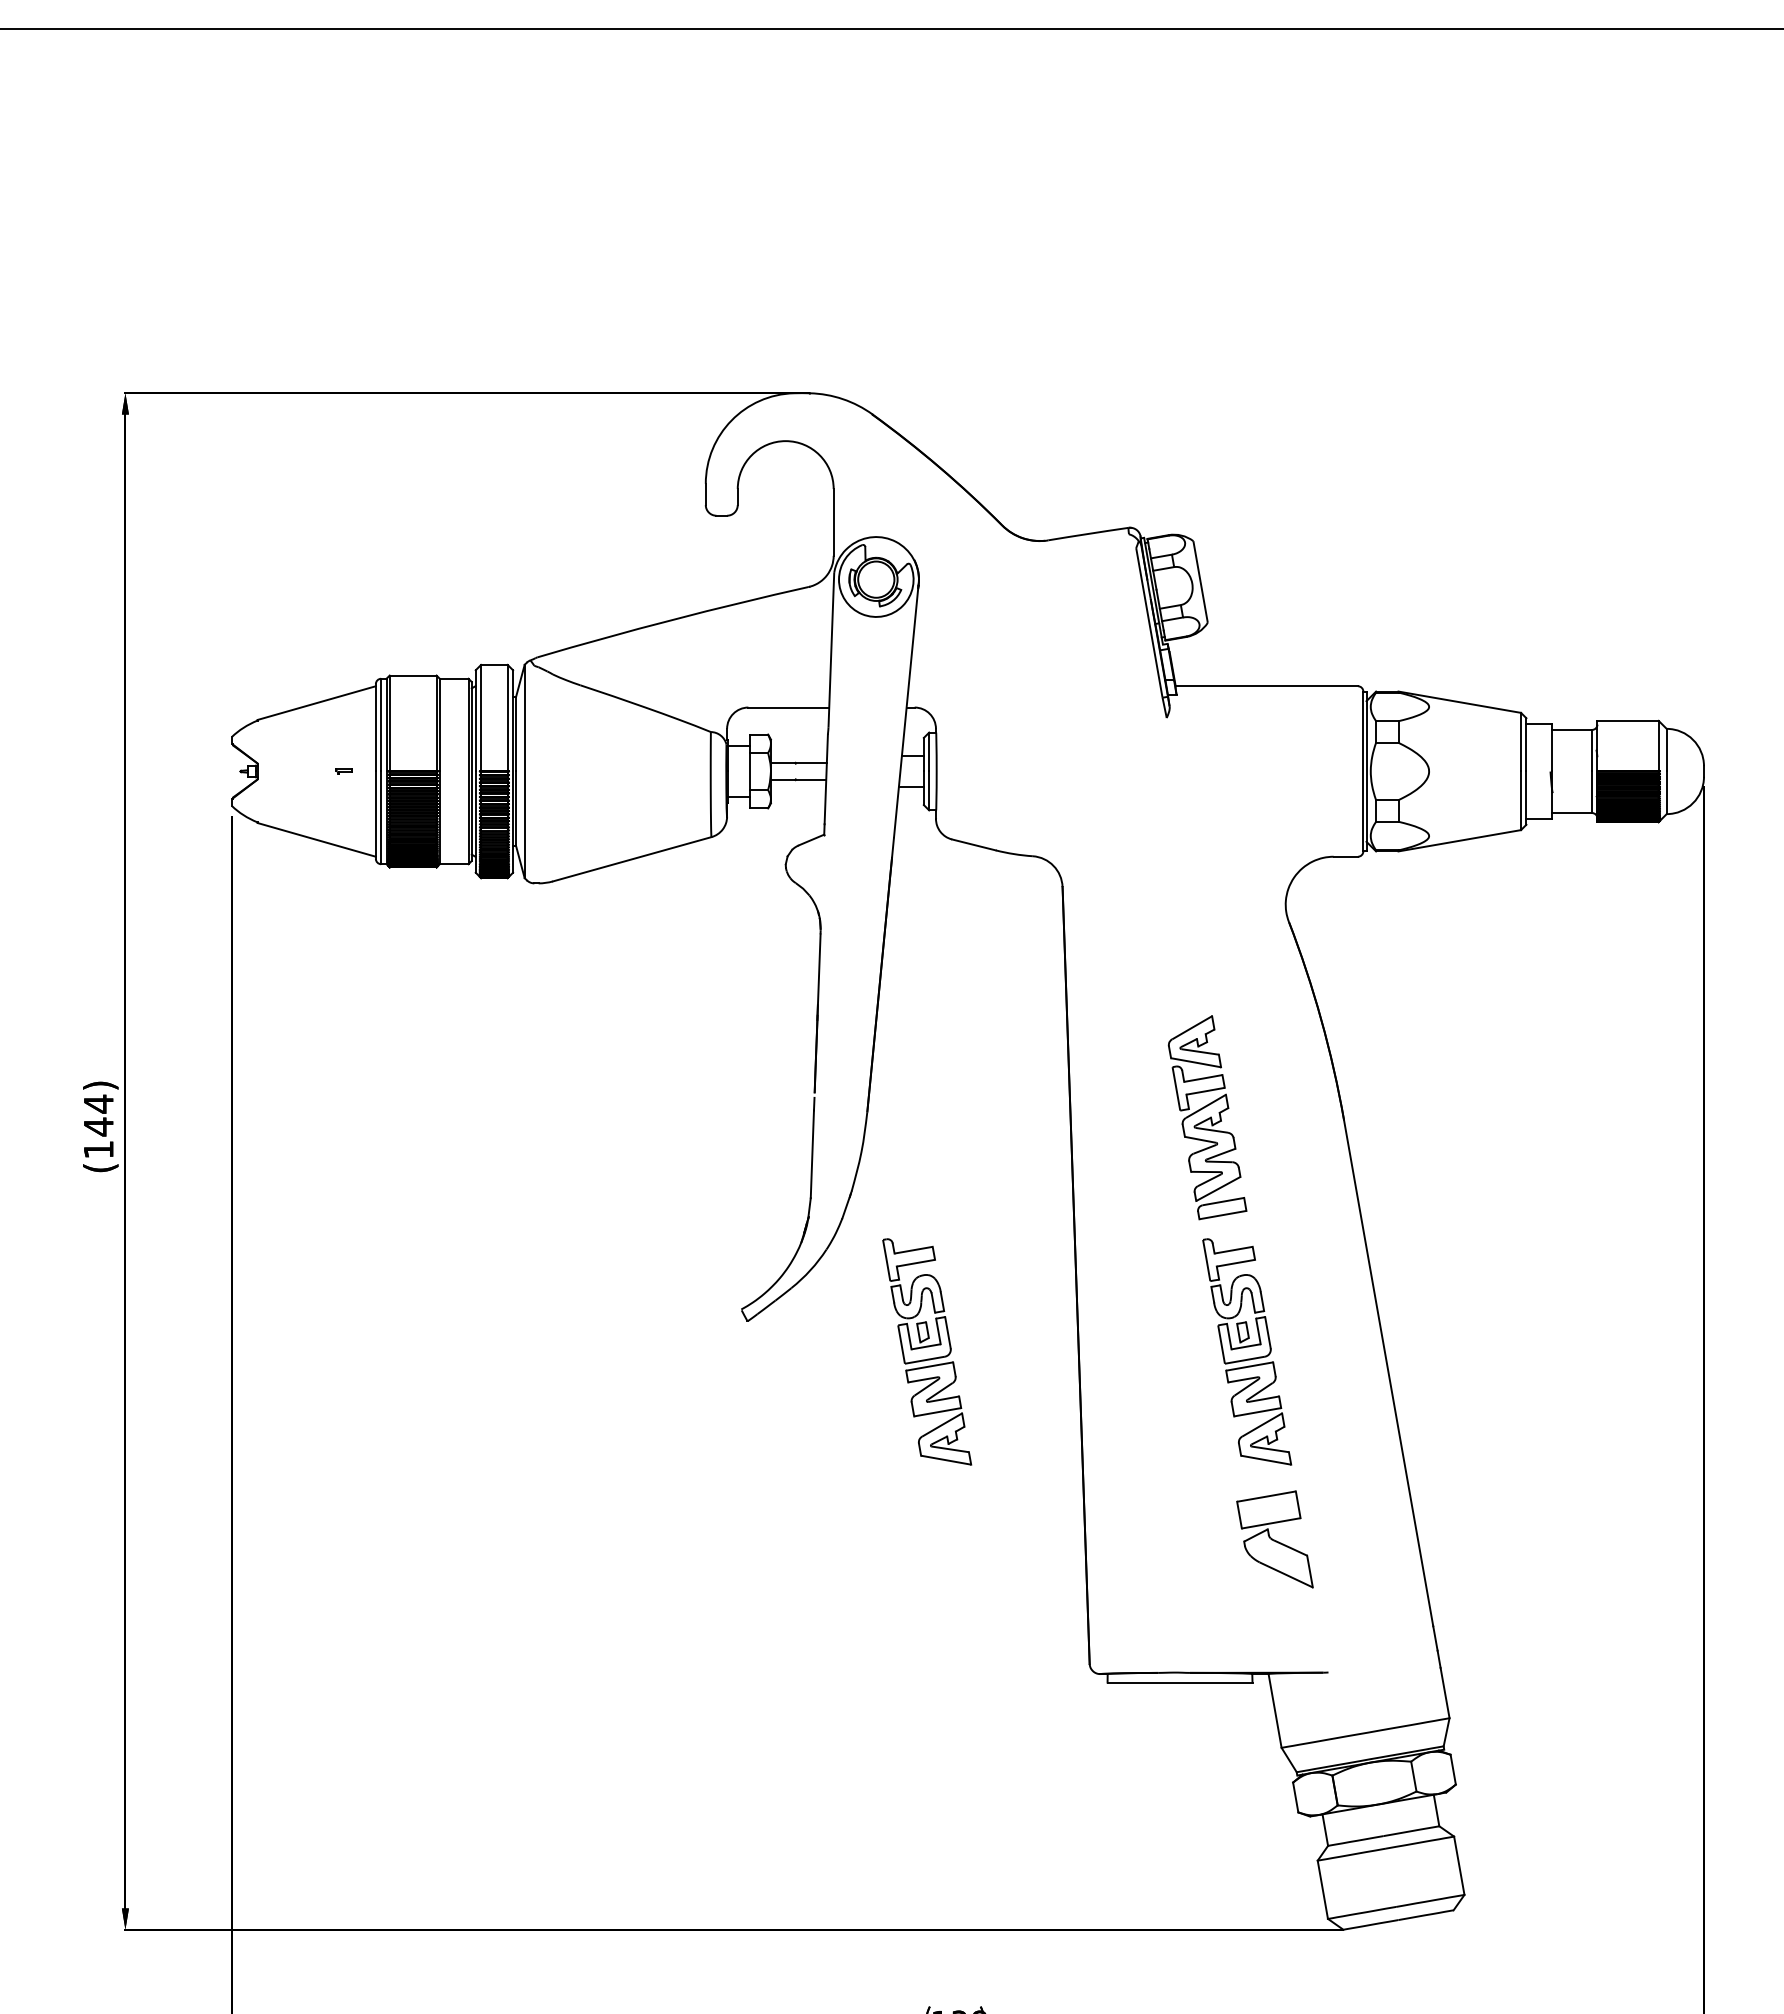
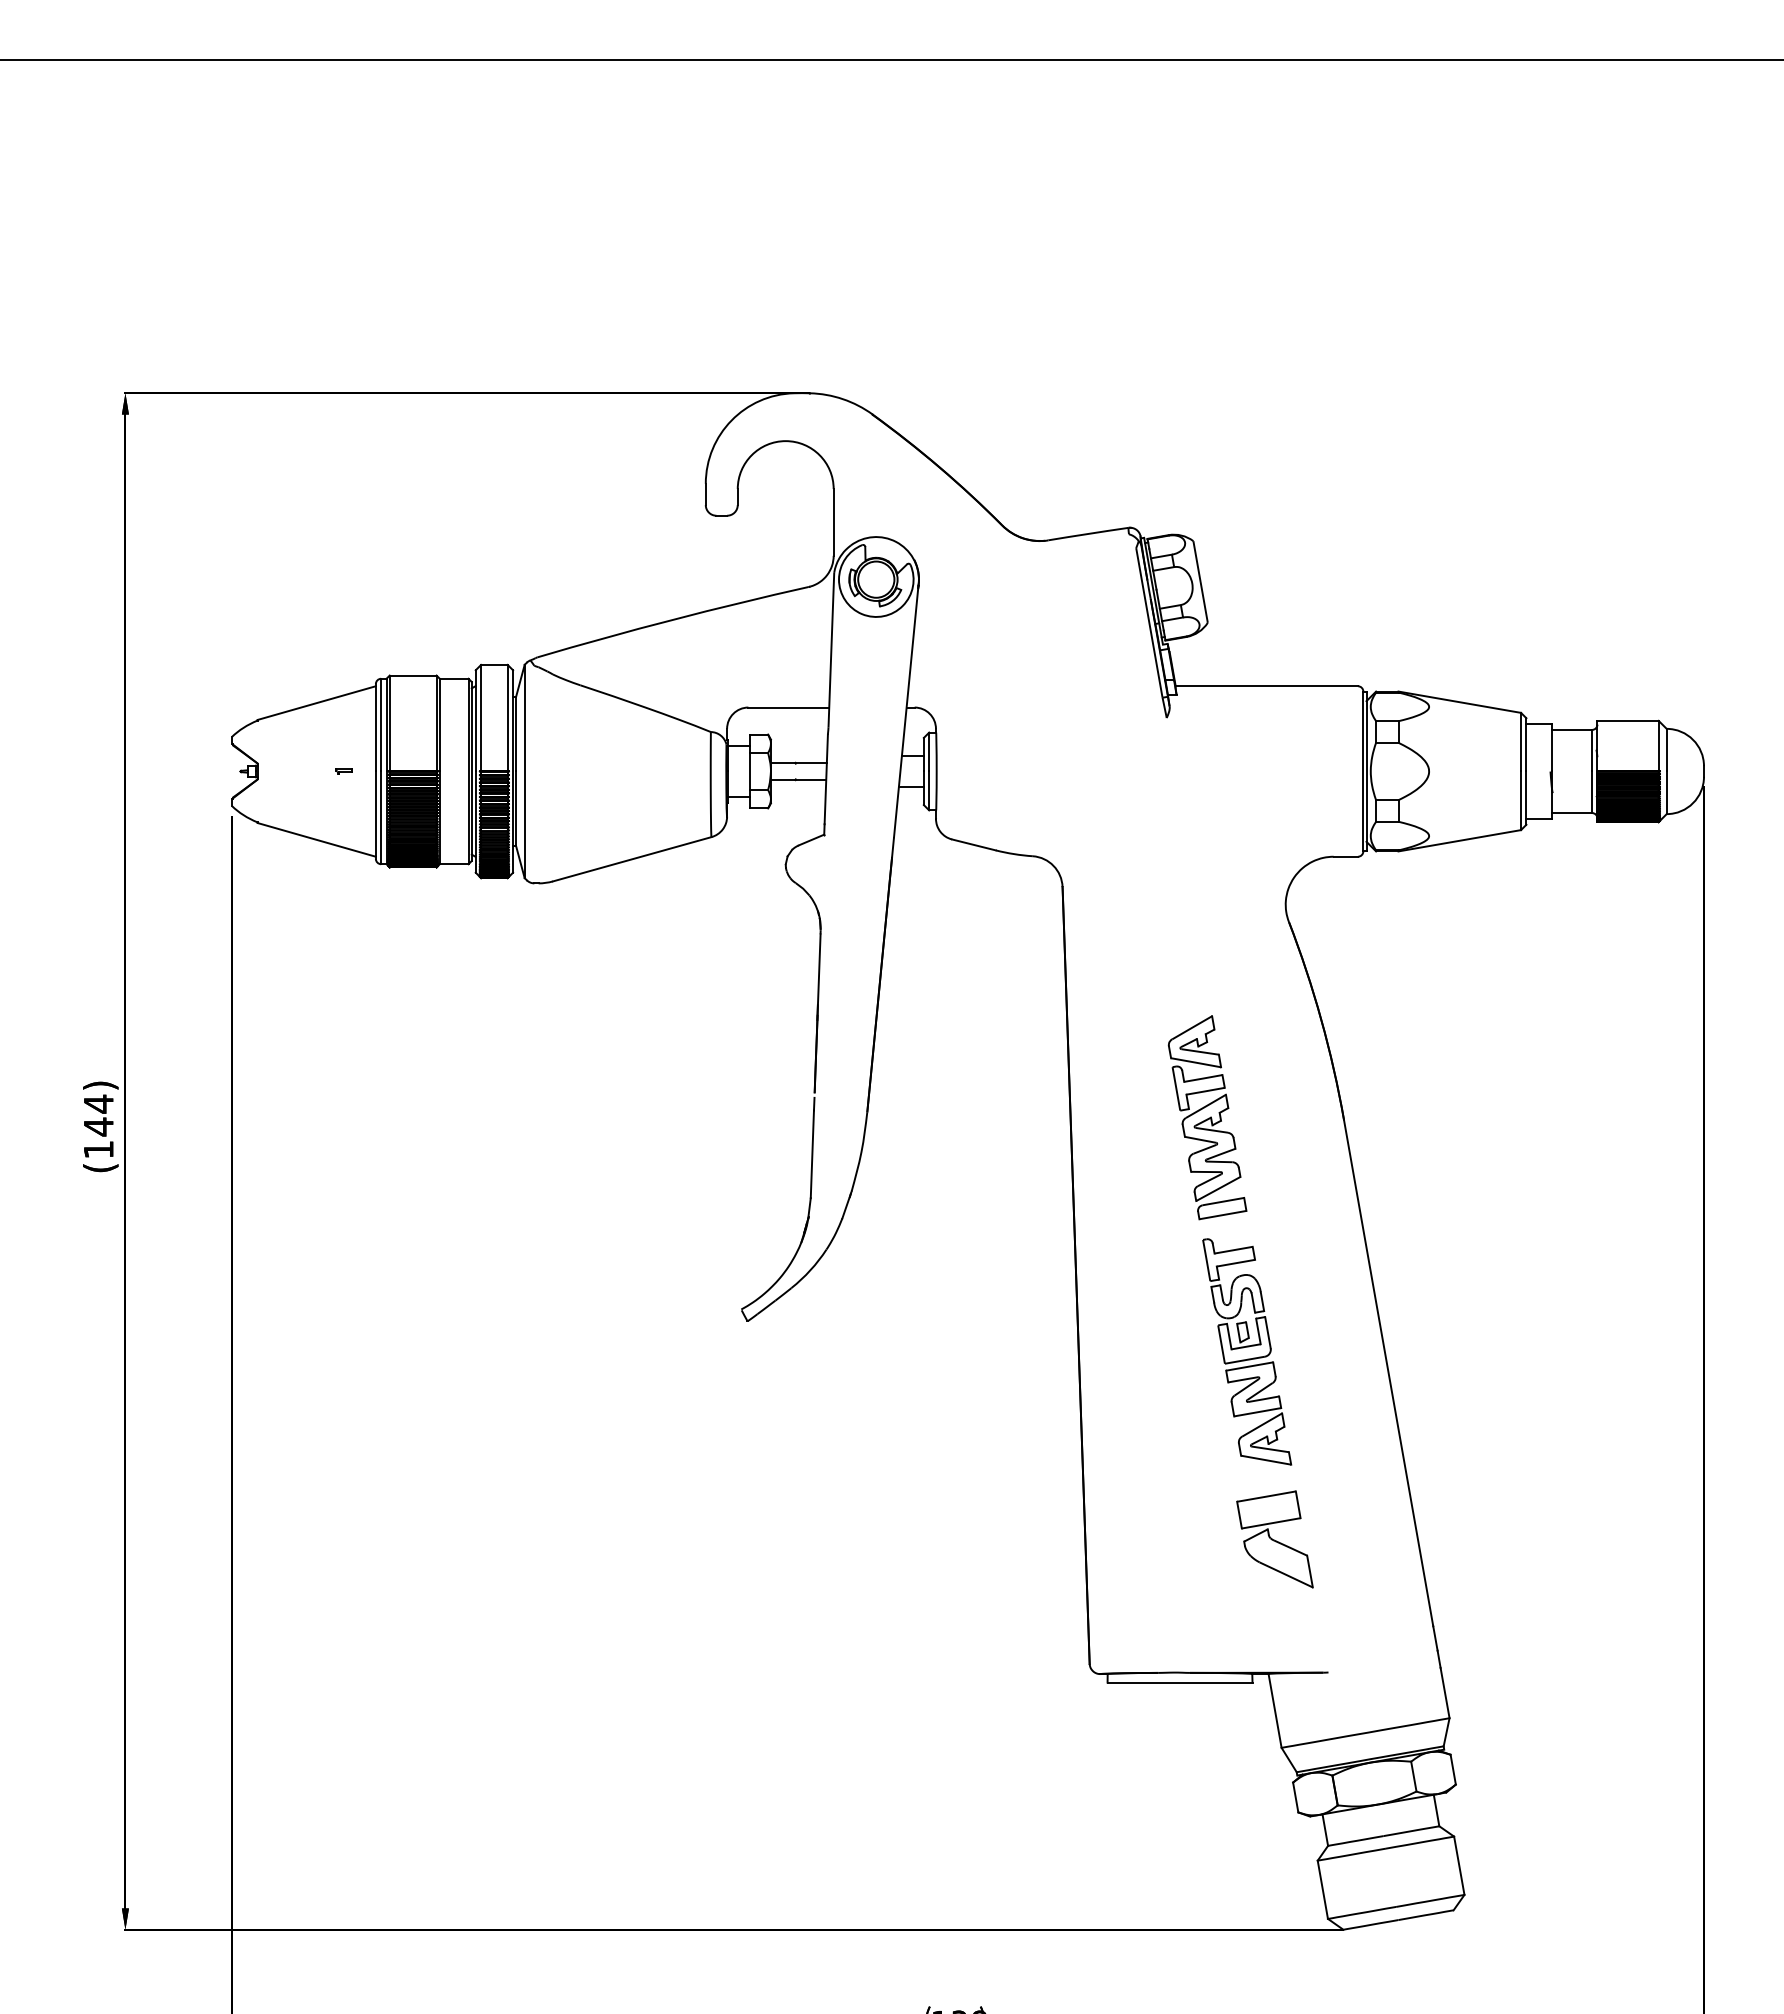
line at (891, 29) position: (891, 29) -> (891, 60)
part at (927, 1351): present -> none
